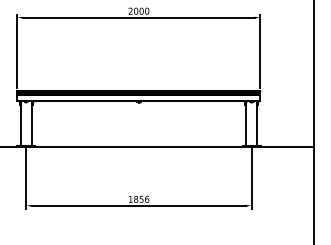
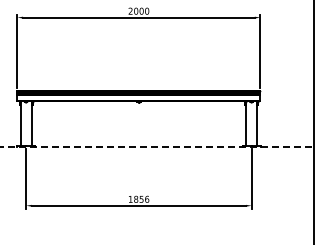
line at (157, 147): solid -> dashed
